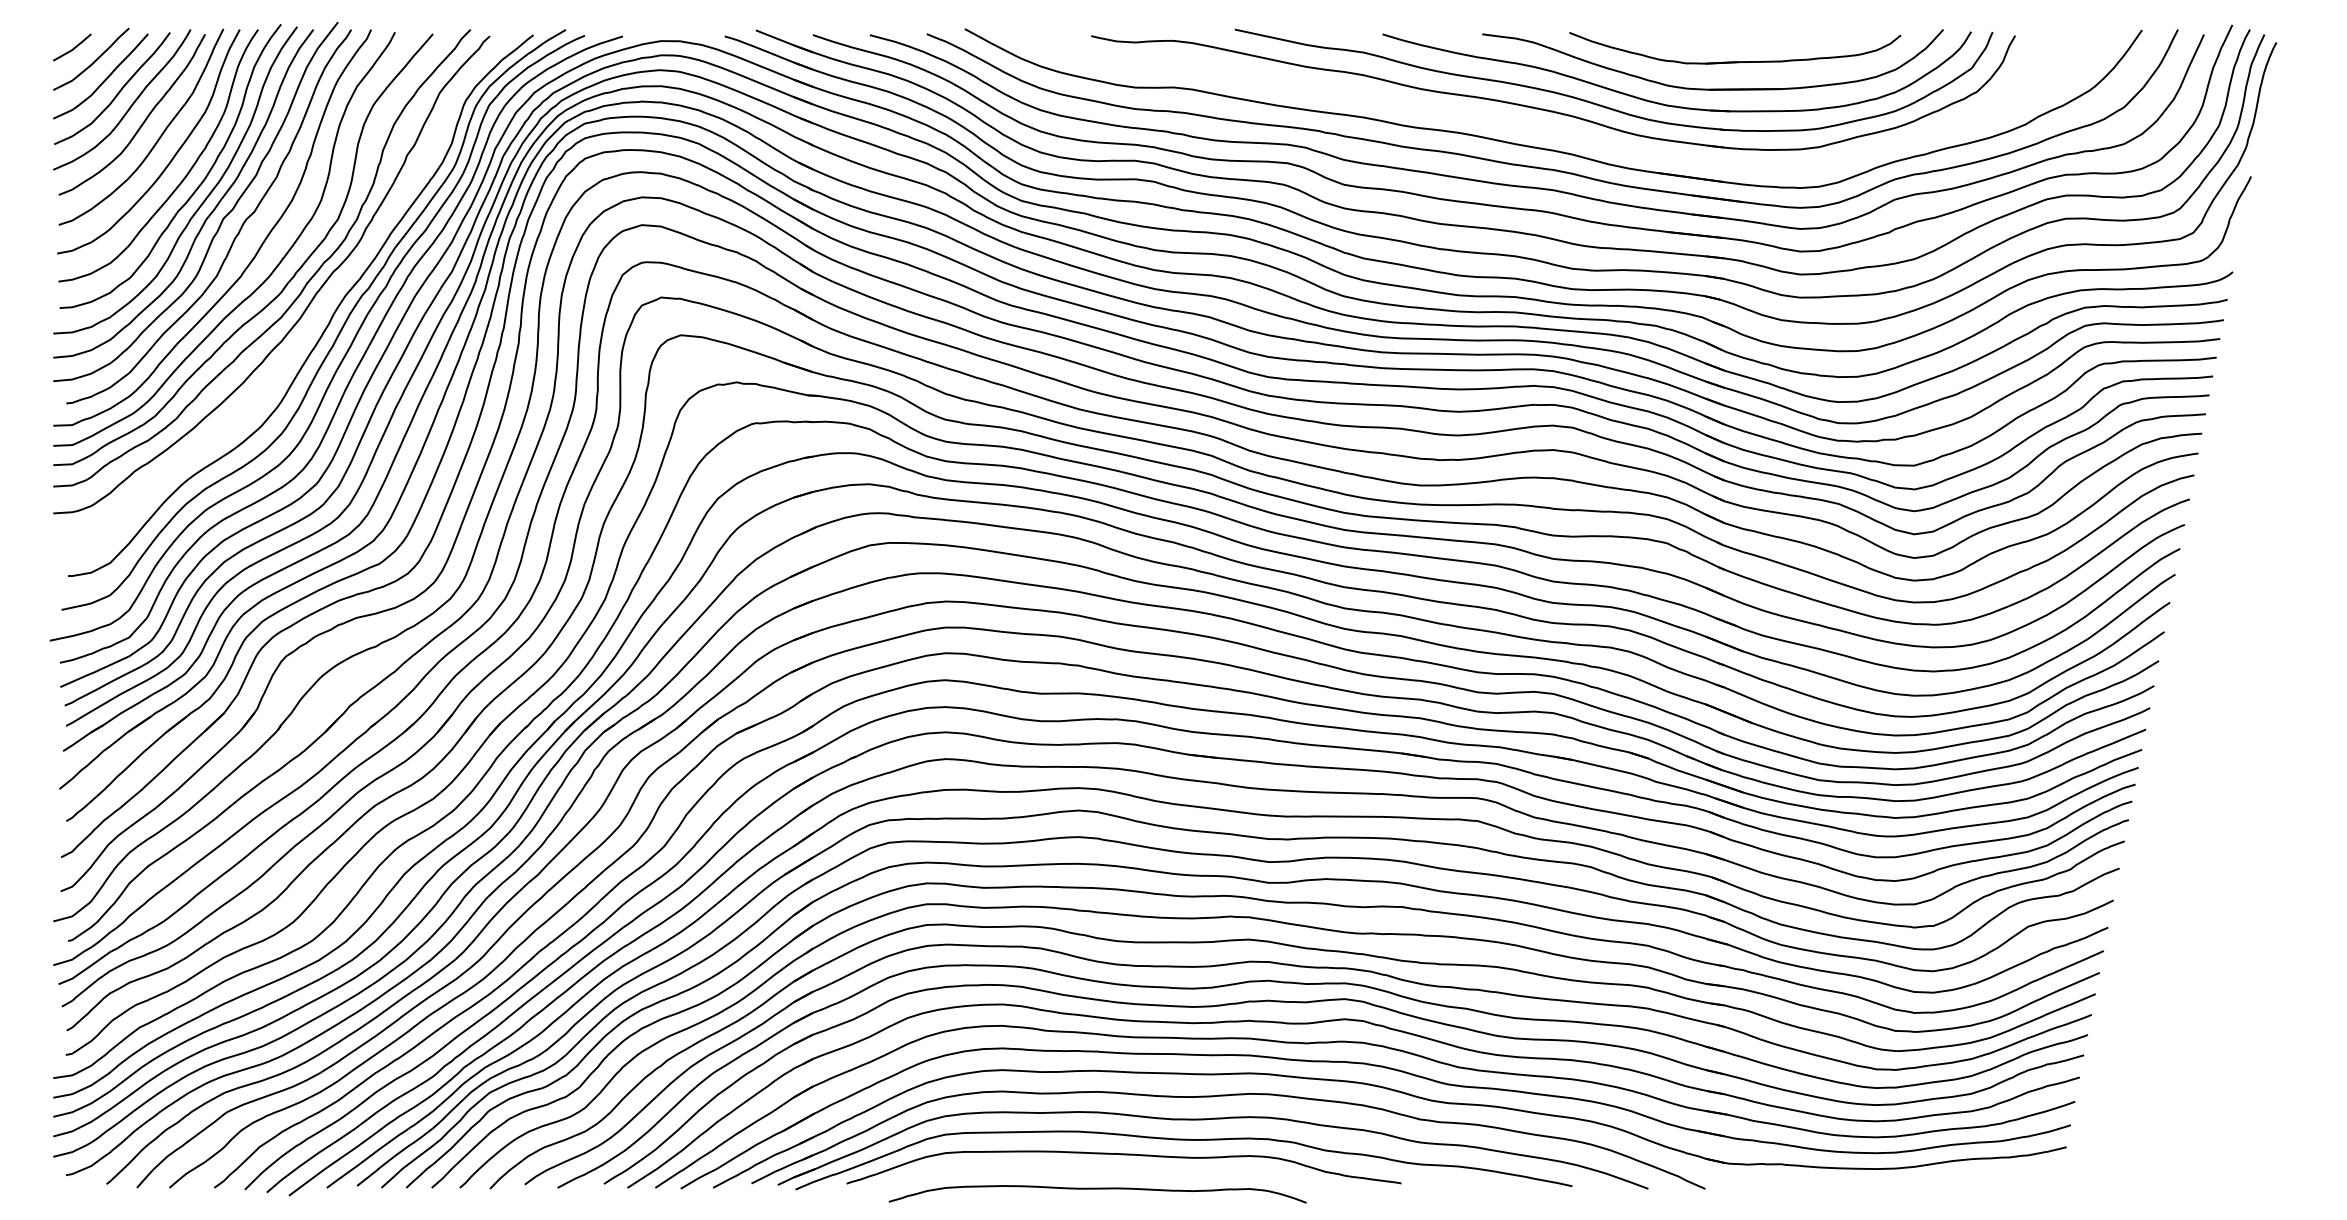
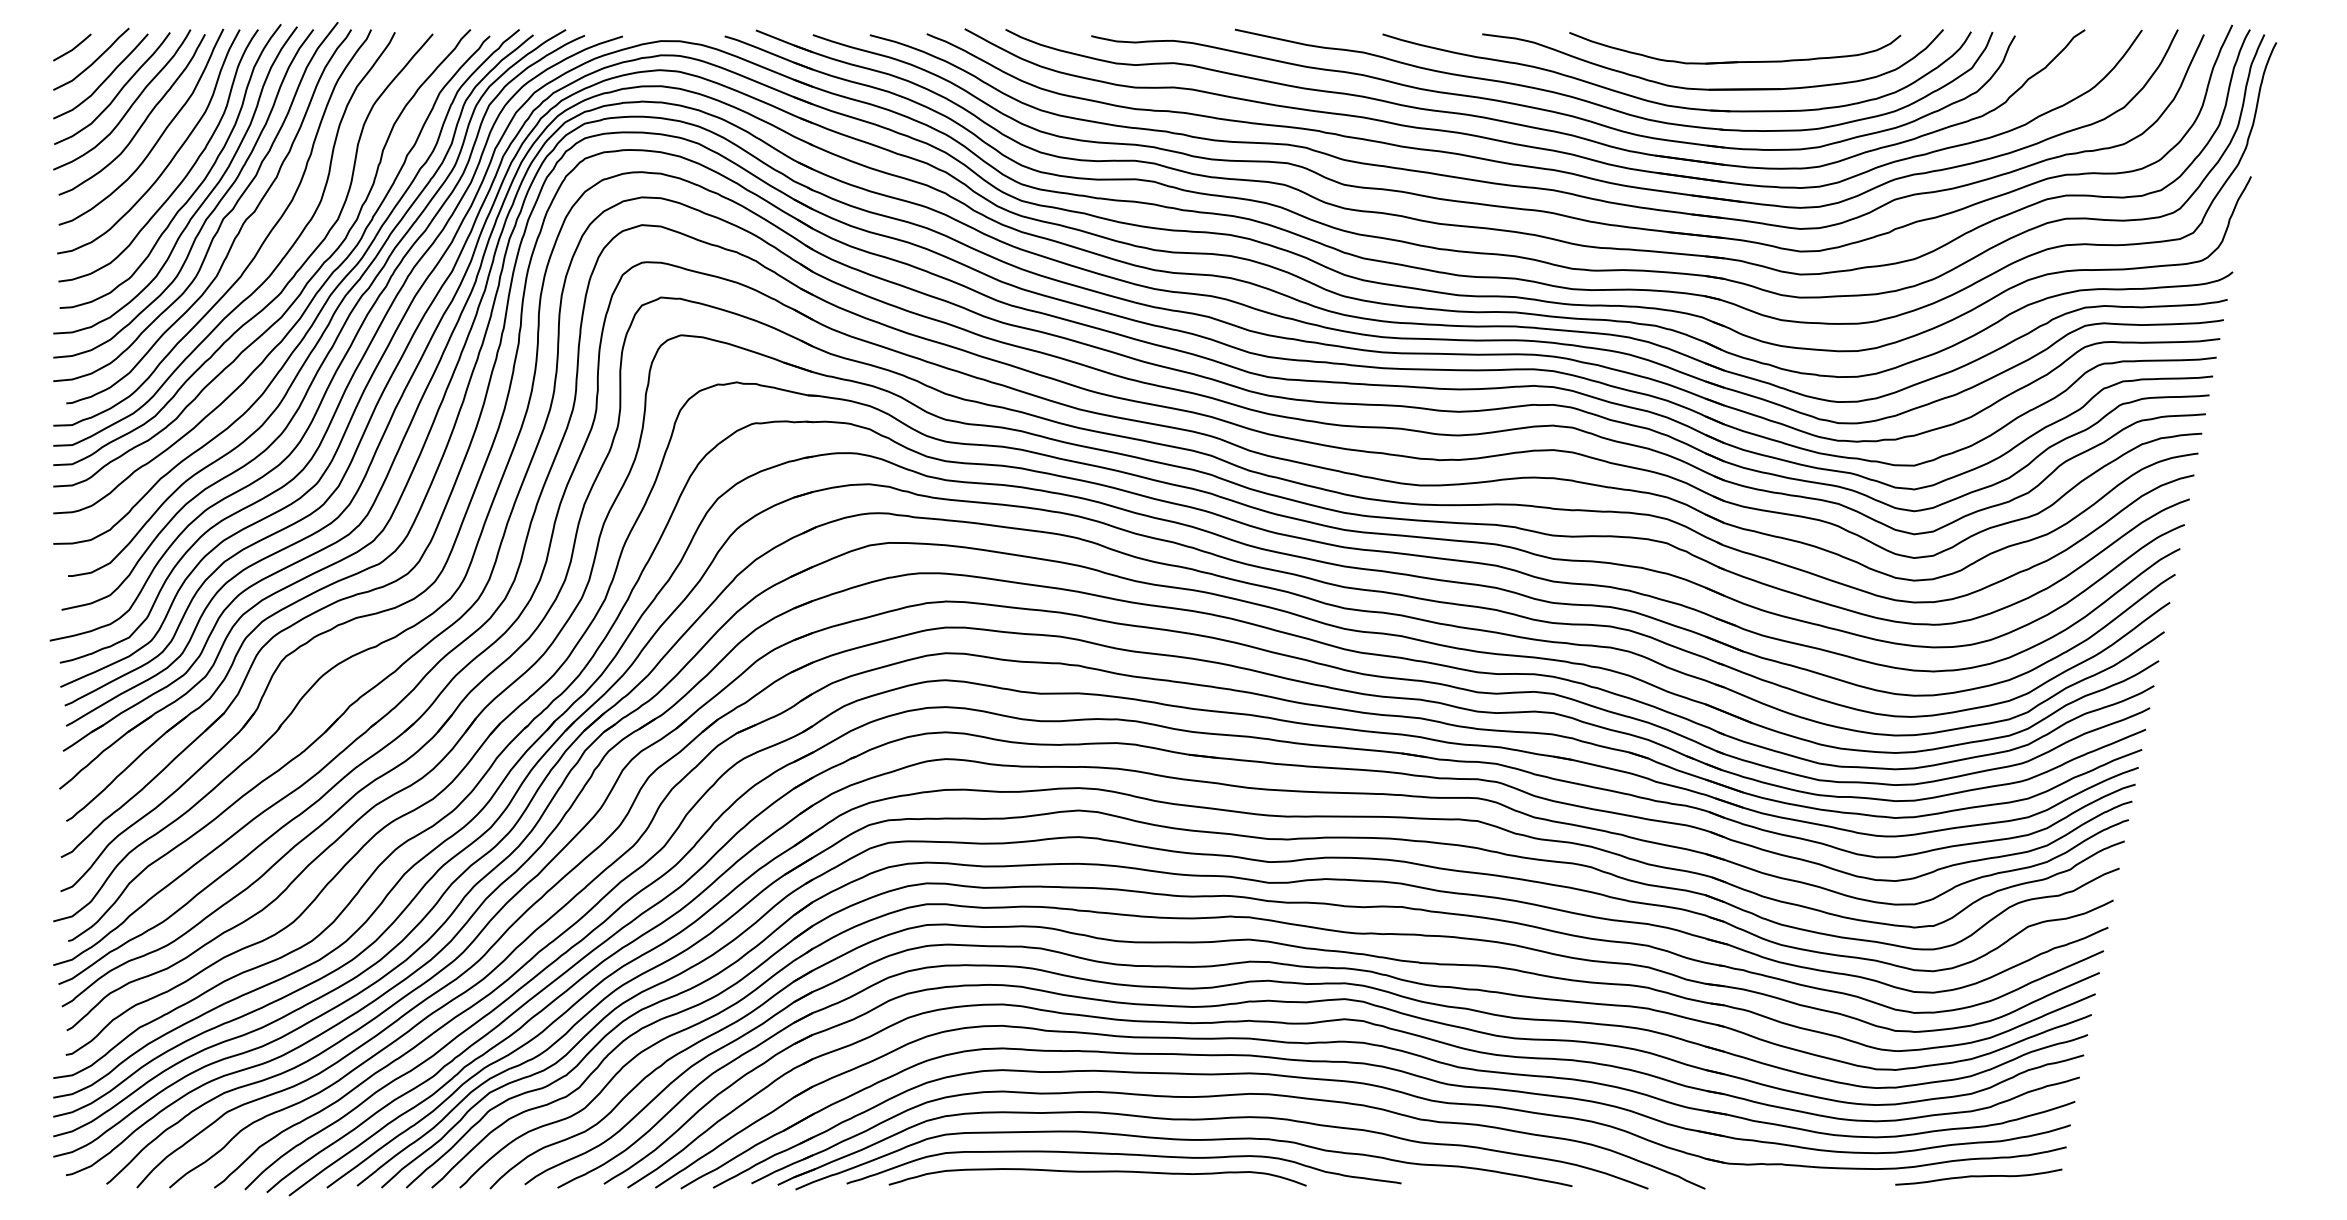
part at (1539, 127): none -> present
curve at (319, 310): none -> present
curve at (1978, 1176): none -> present
curve at (1097, 1189) position: (1097, 1189) -> (1097, 1172)
